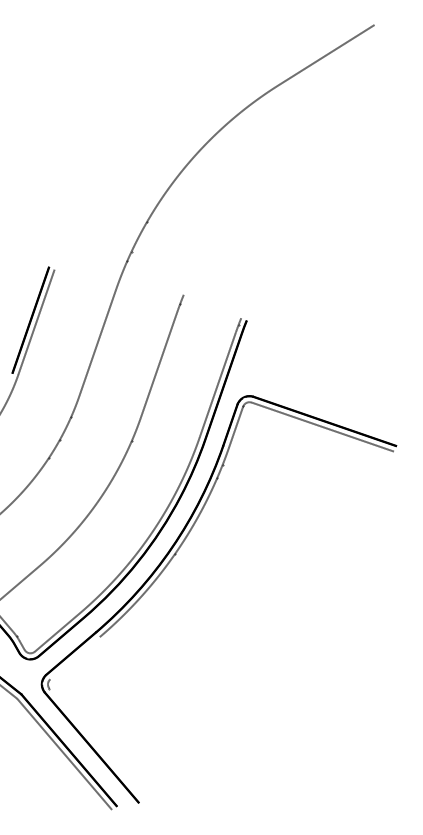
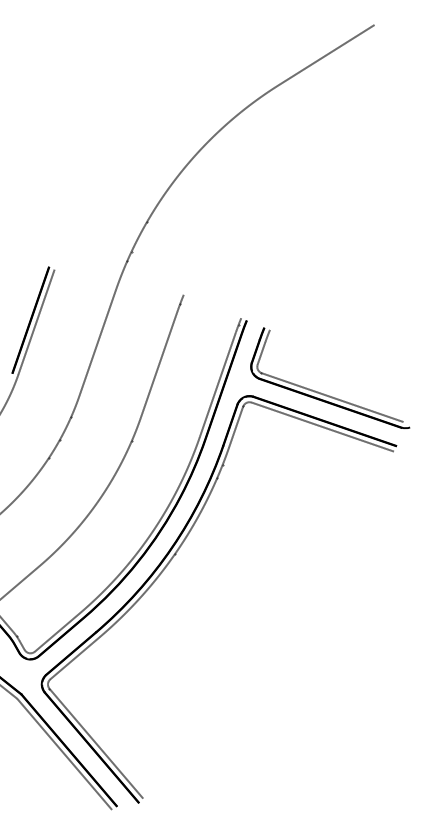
part at (324, 393): none -> present
line at (74, 658): none -> present
line at (96, 743): none -> present
